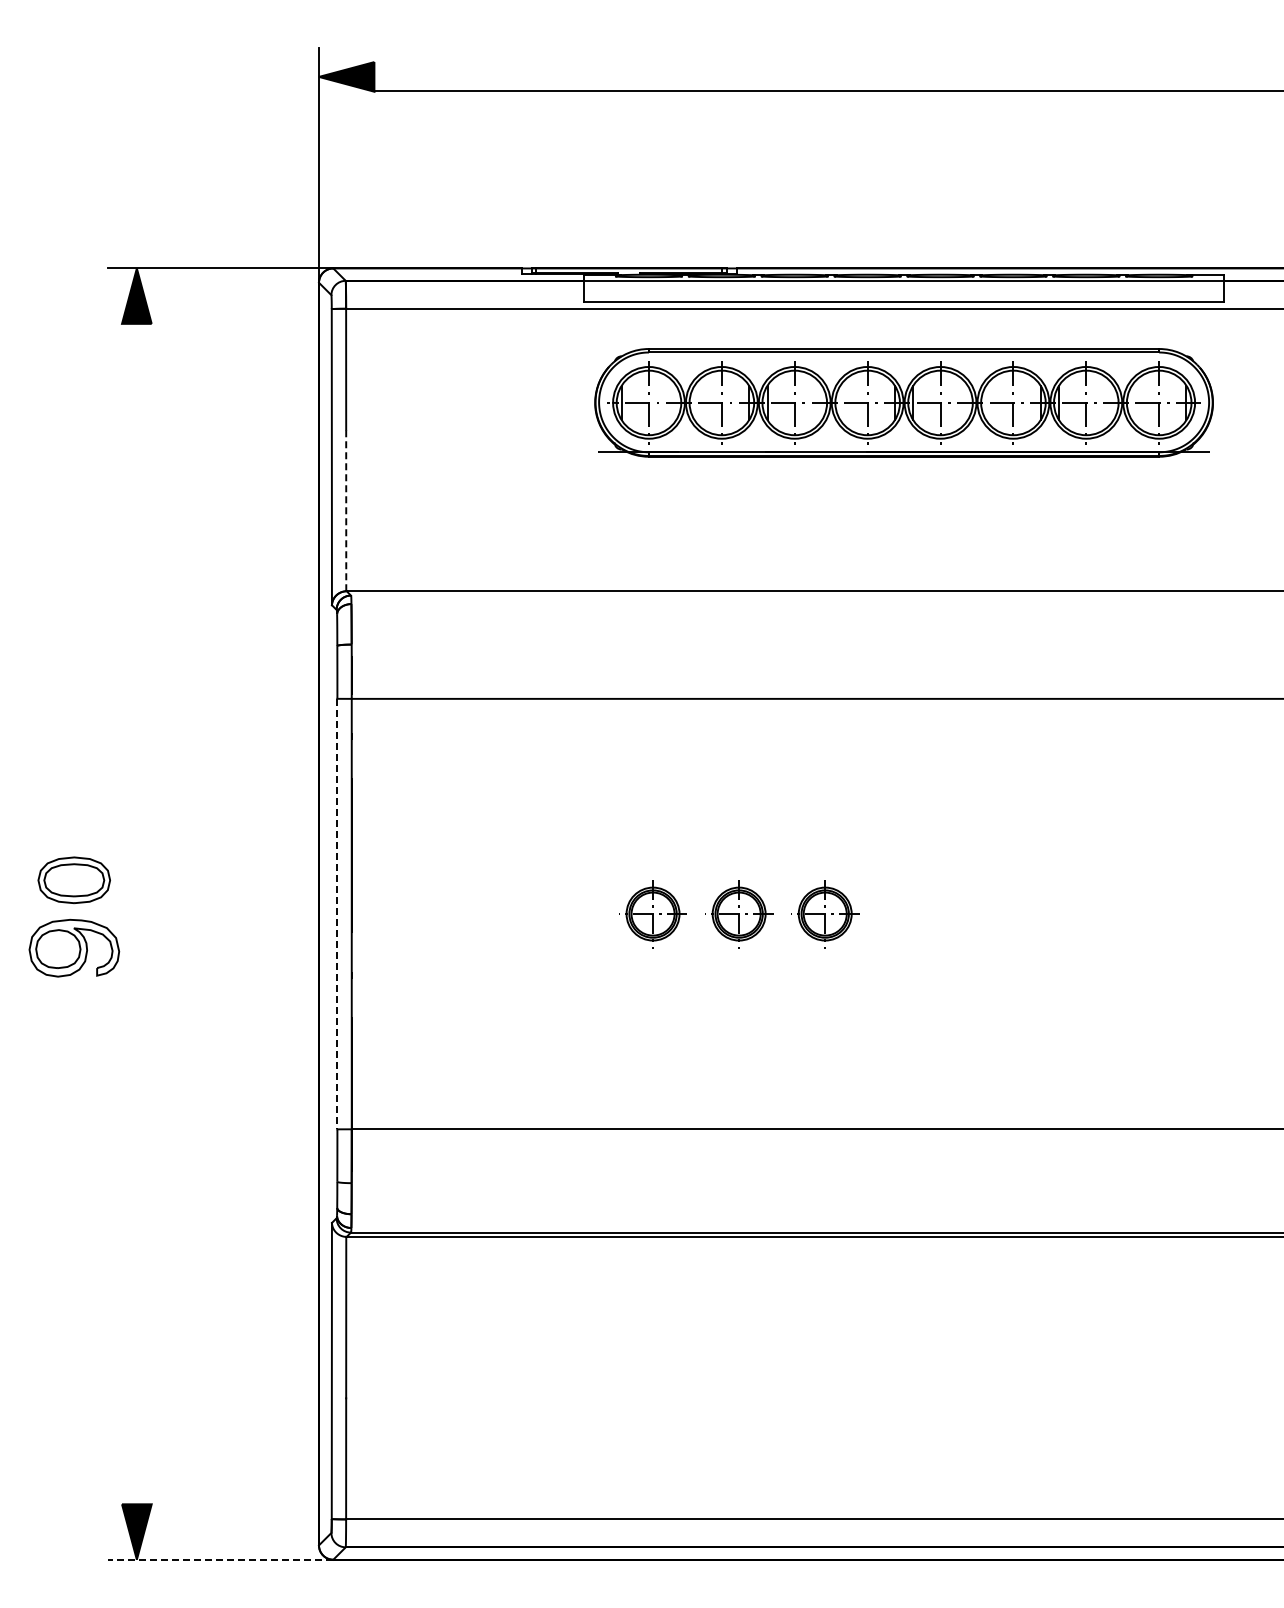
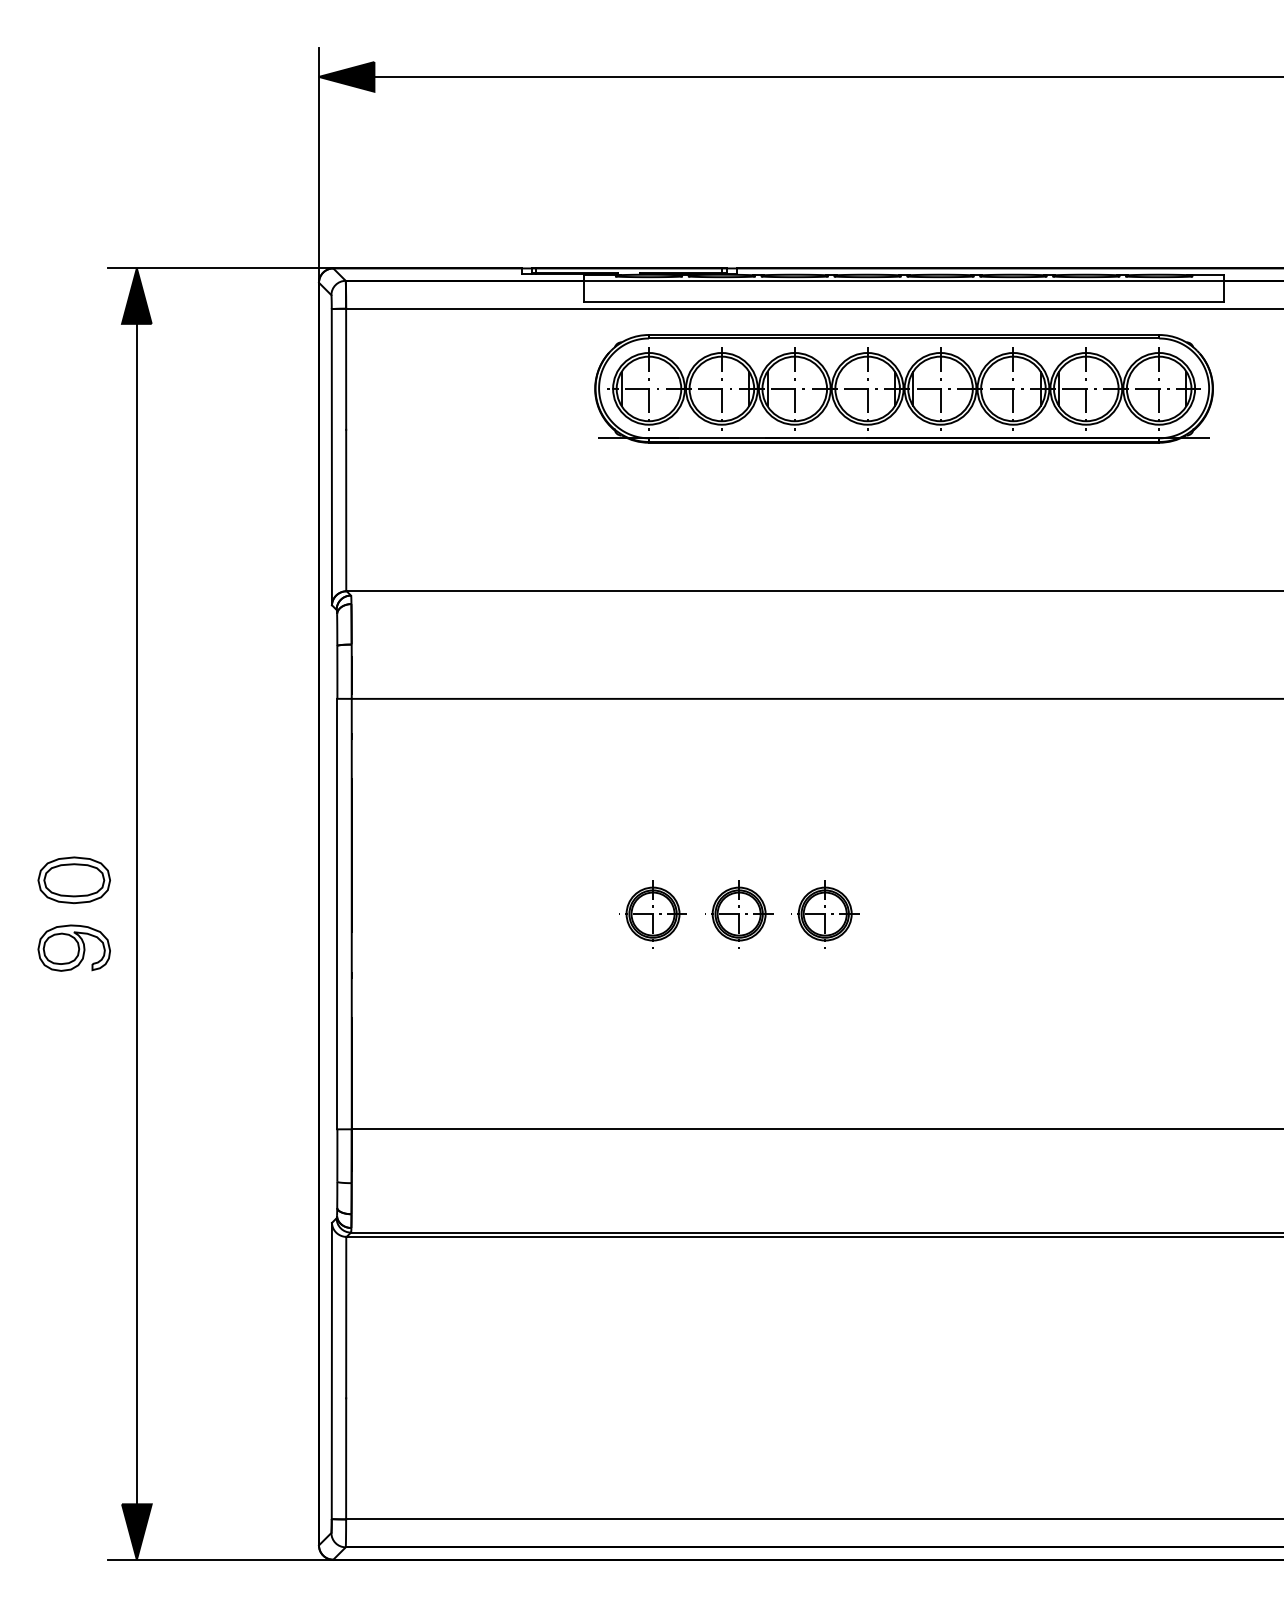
line at (827, 90) position: (827, 90) -> (827, 76)
part at (903, 402) position: (903, 402) -> (903, 388)
line at (346, 510): dashed -> solid
line at (136, 913): none -> present
line at (337, 914): dashed -> solid
part at (74, 948) size: 93x59 px -> 74x48 px
line at (220, 1559): dashed -> solid
